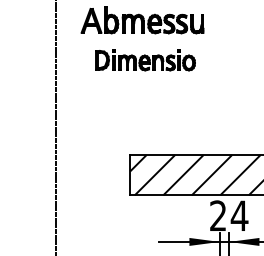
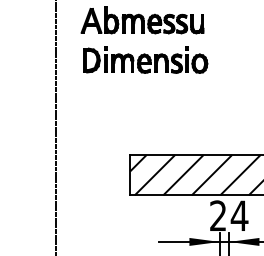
part at (145, 60) size: 101x23 px -> 126x28 px
